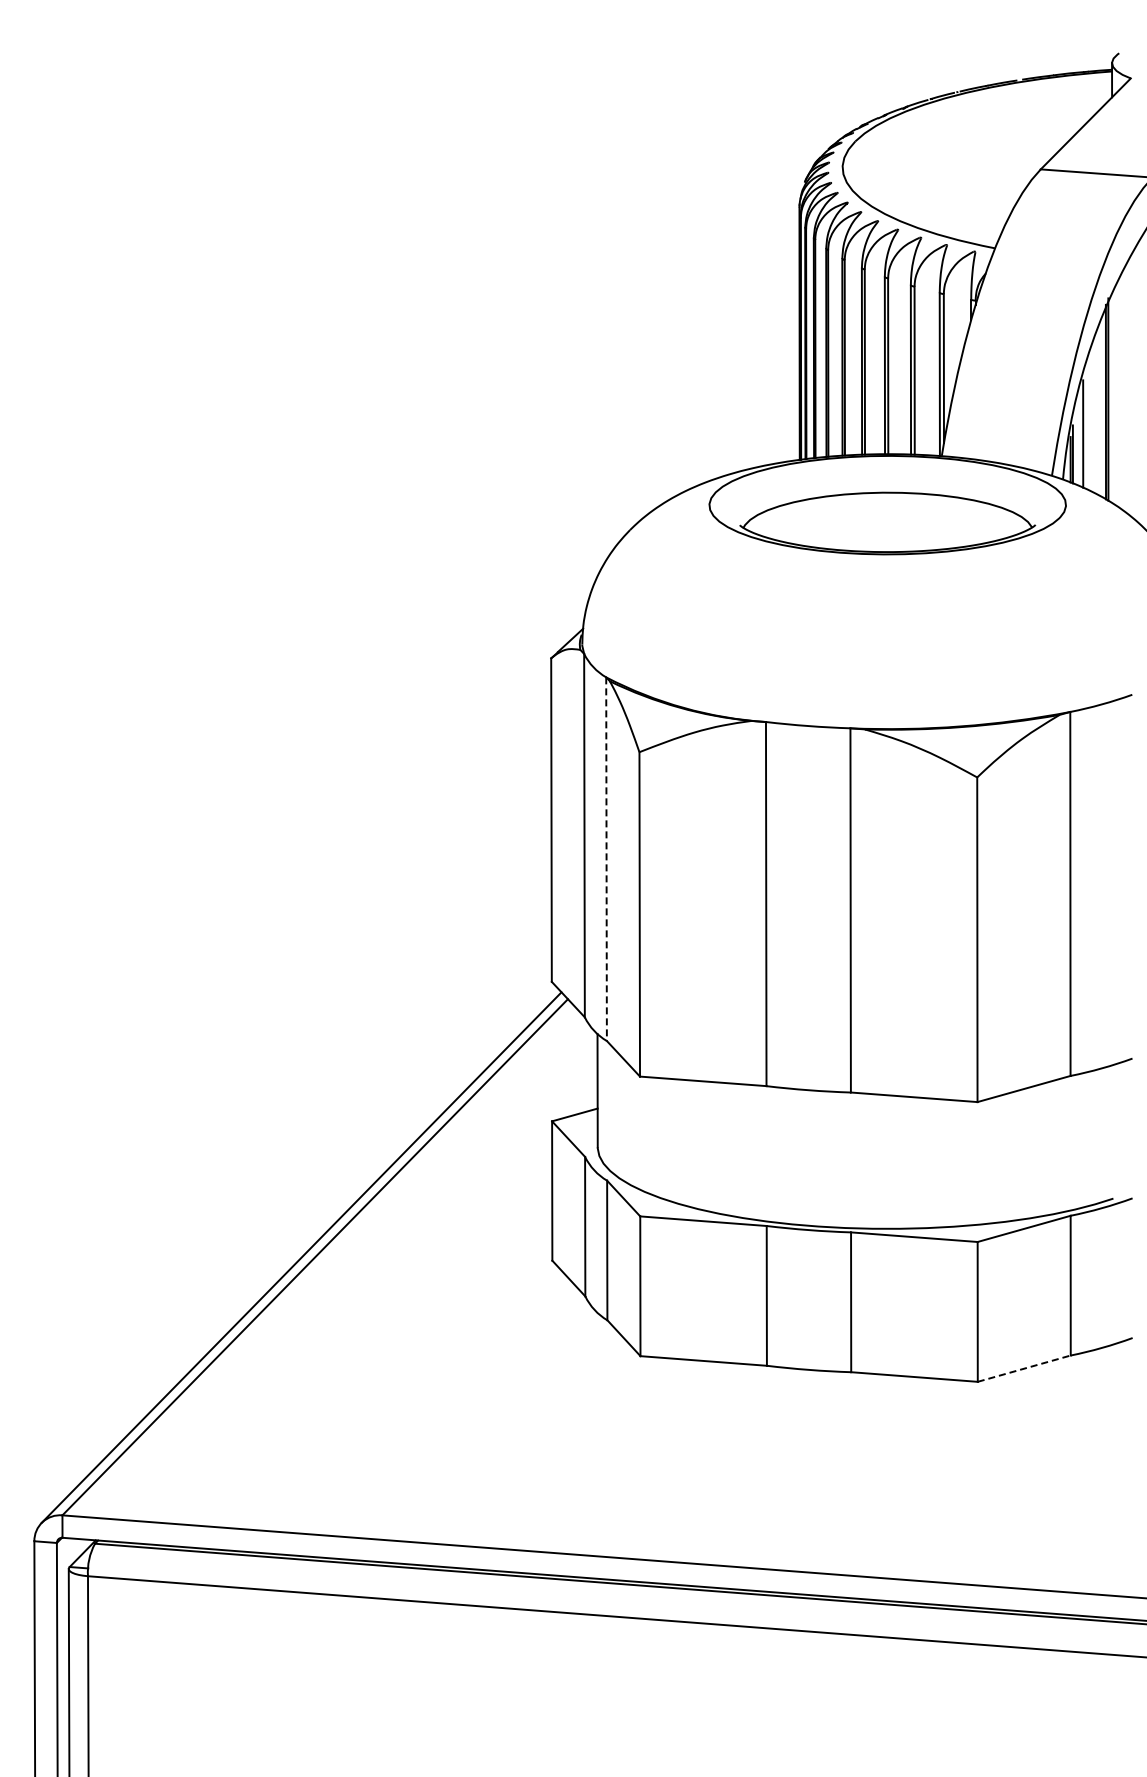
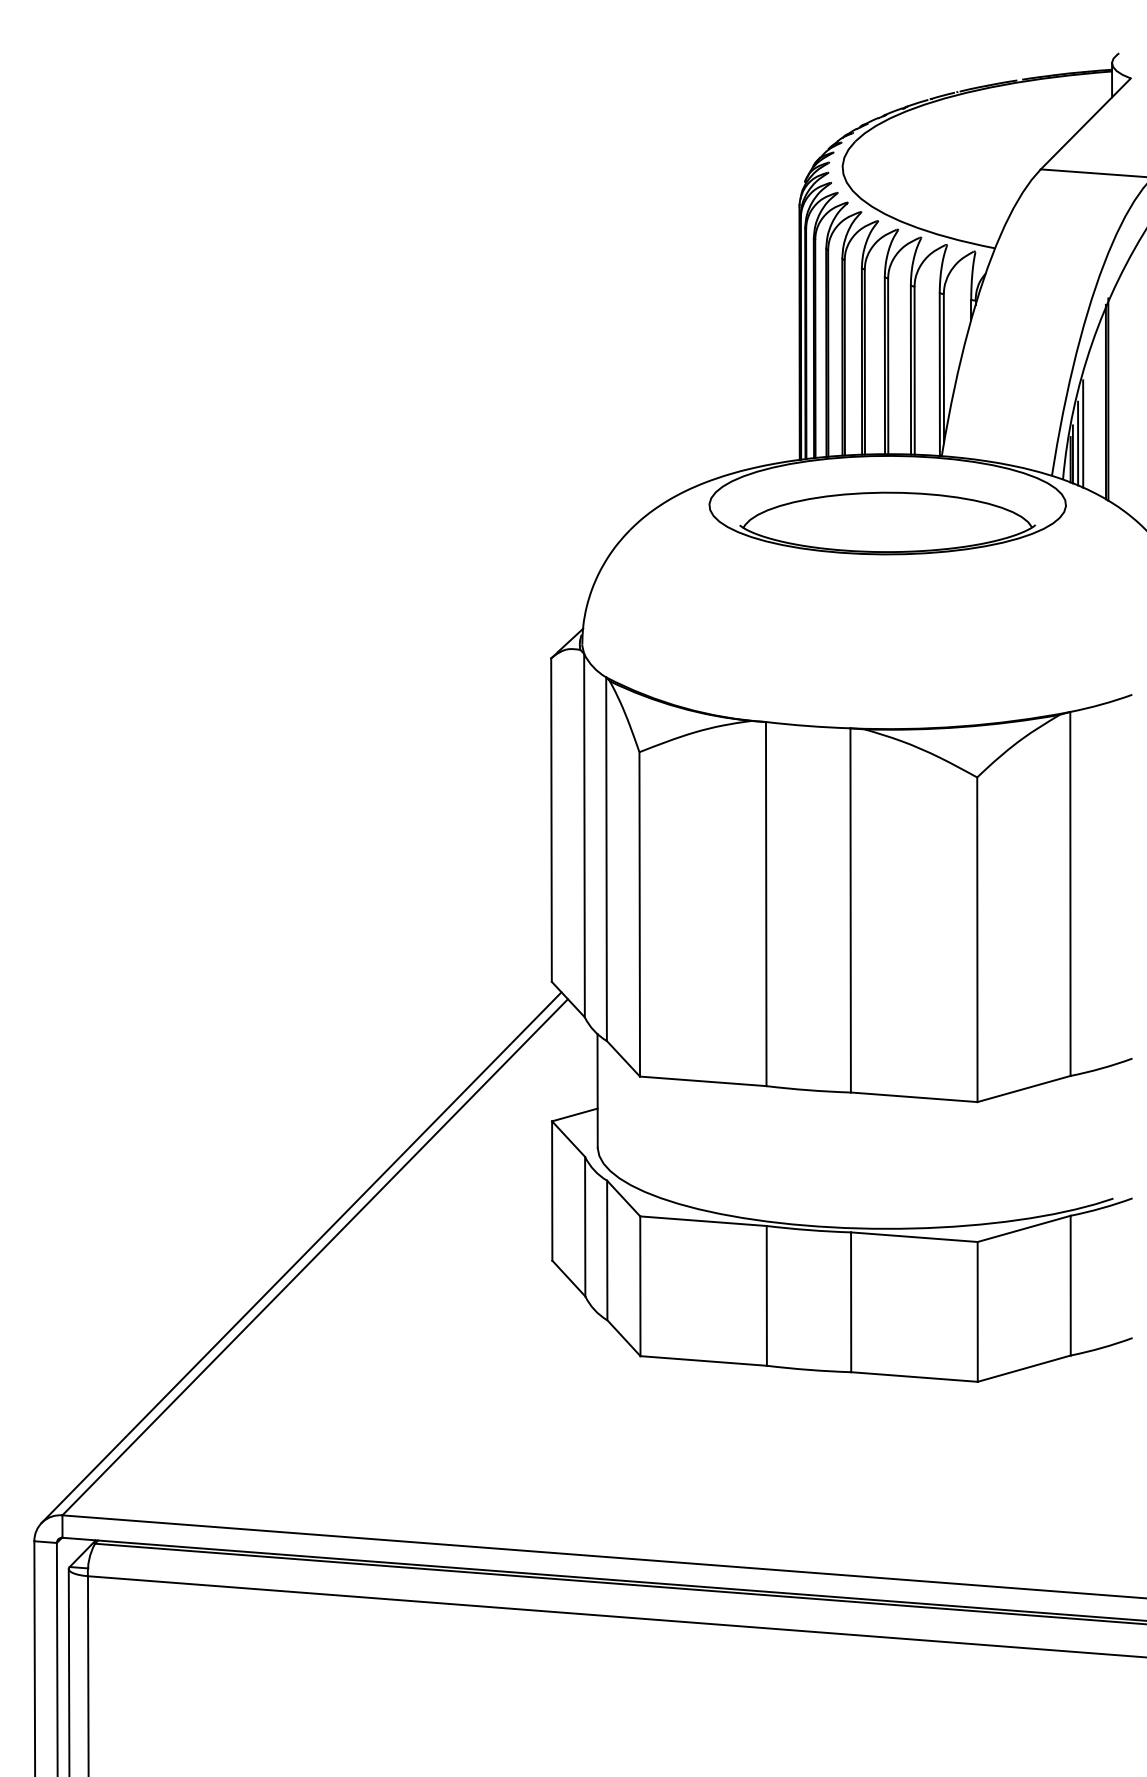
line at (1078, 443): none -> present
line at (606, 859): dashed -> solid
line at (1024, 1368): dashed -> solid
